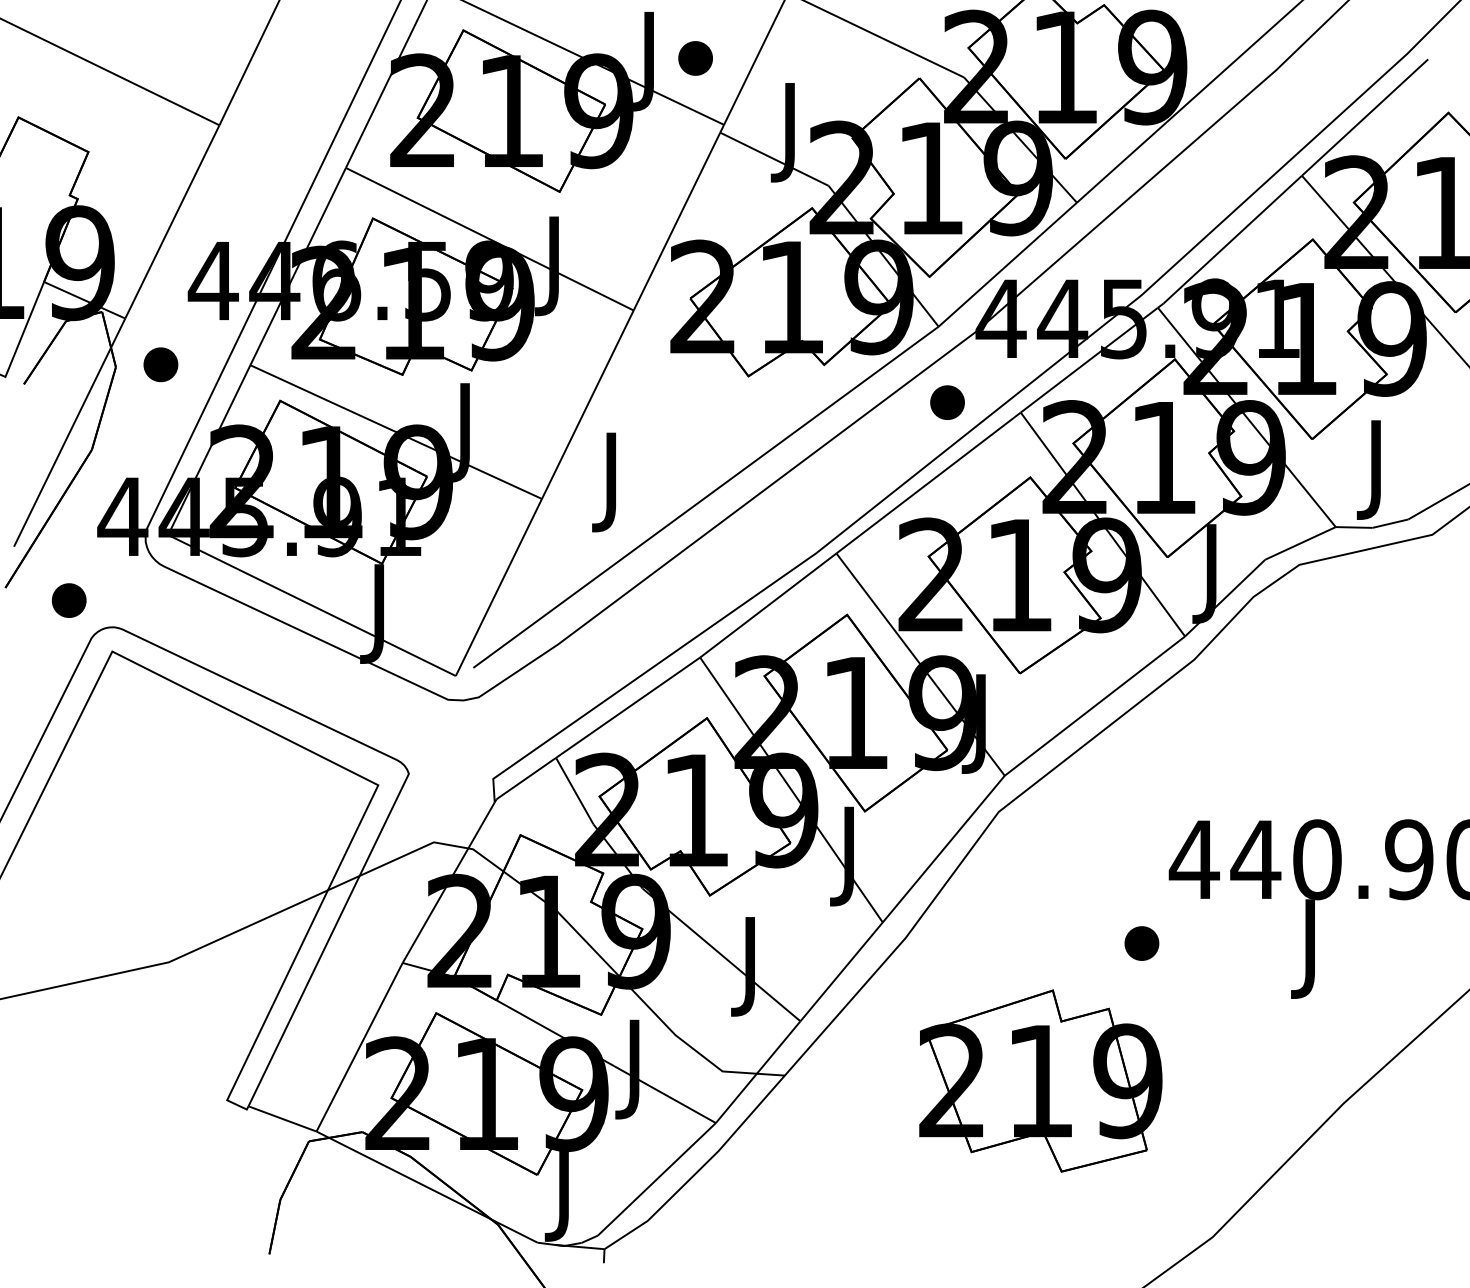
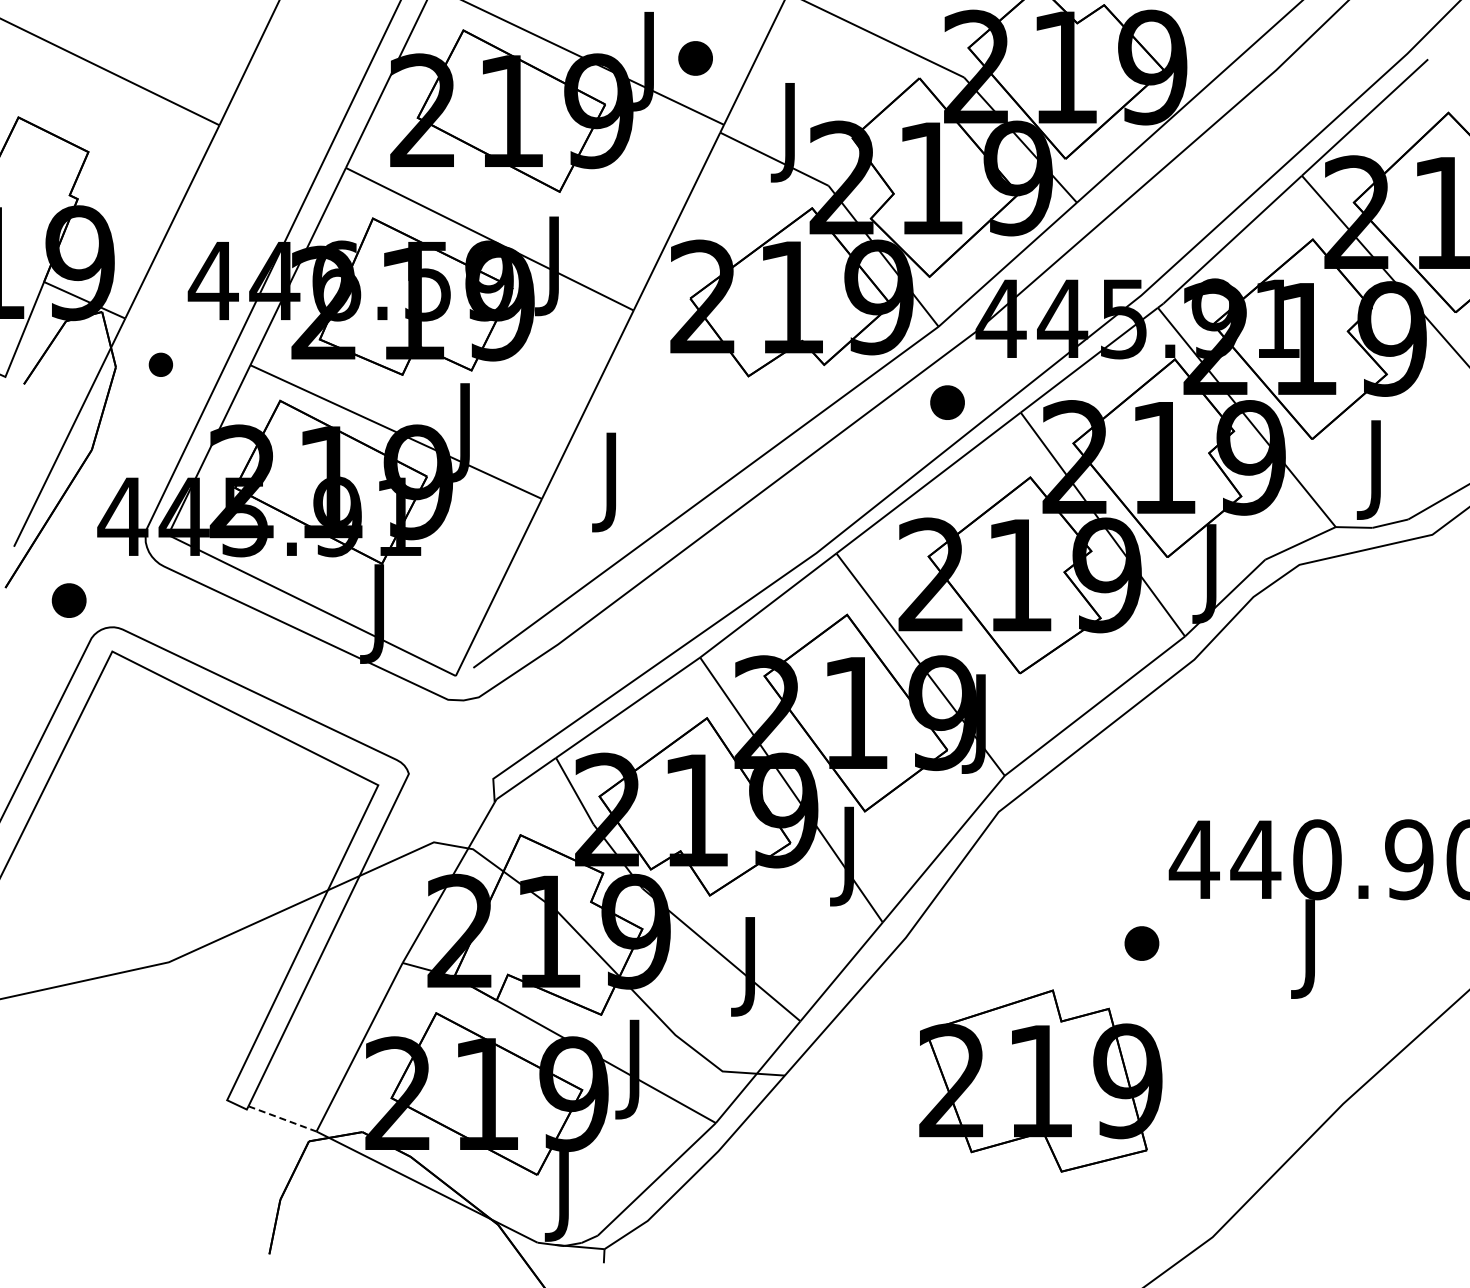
part at (160, 364) size: 36x36 px -> 25x25 px
line at (283, 1119): solid -> dashed
